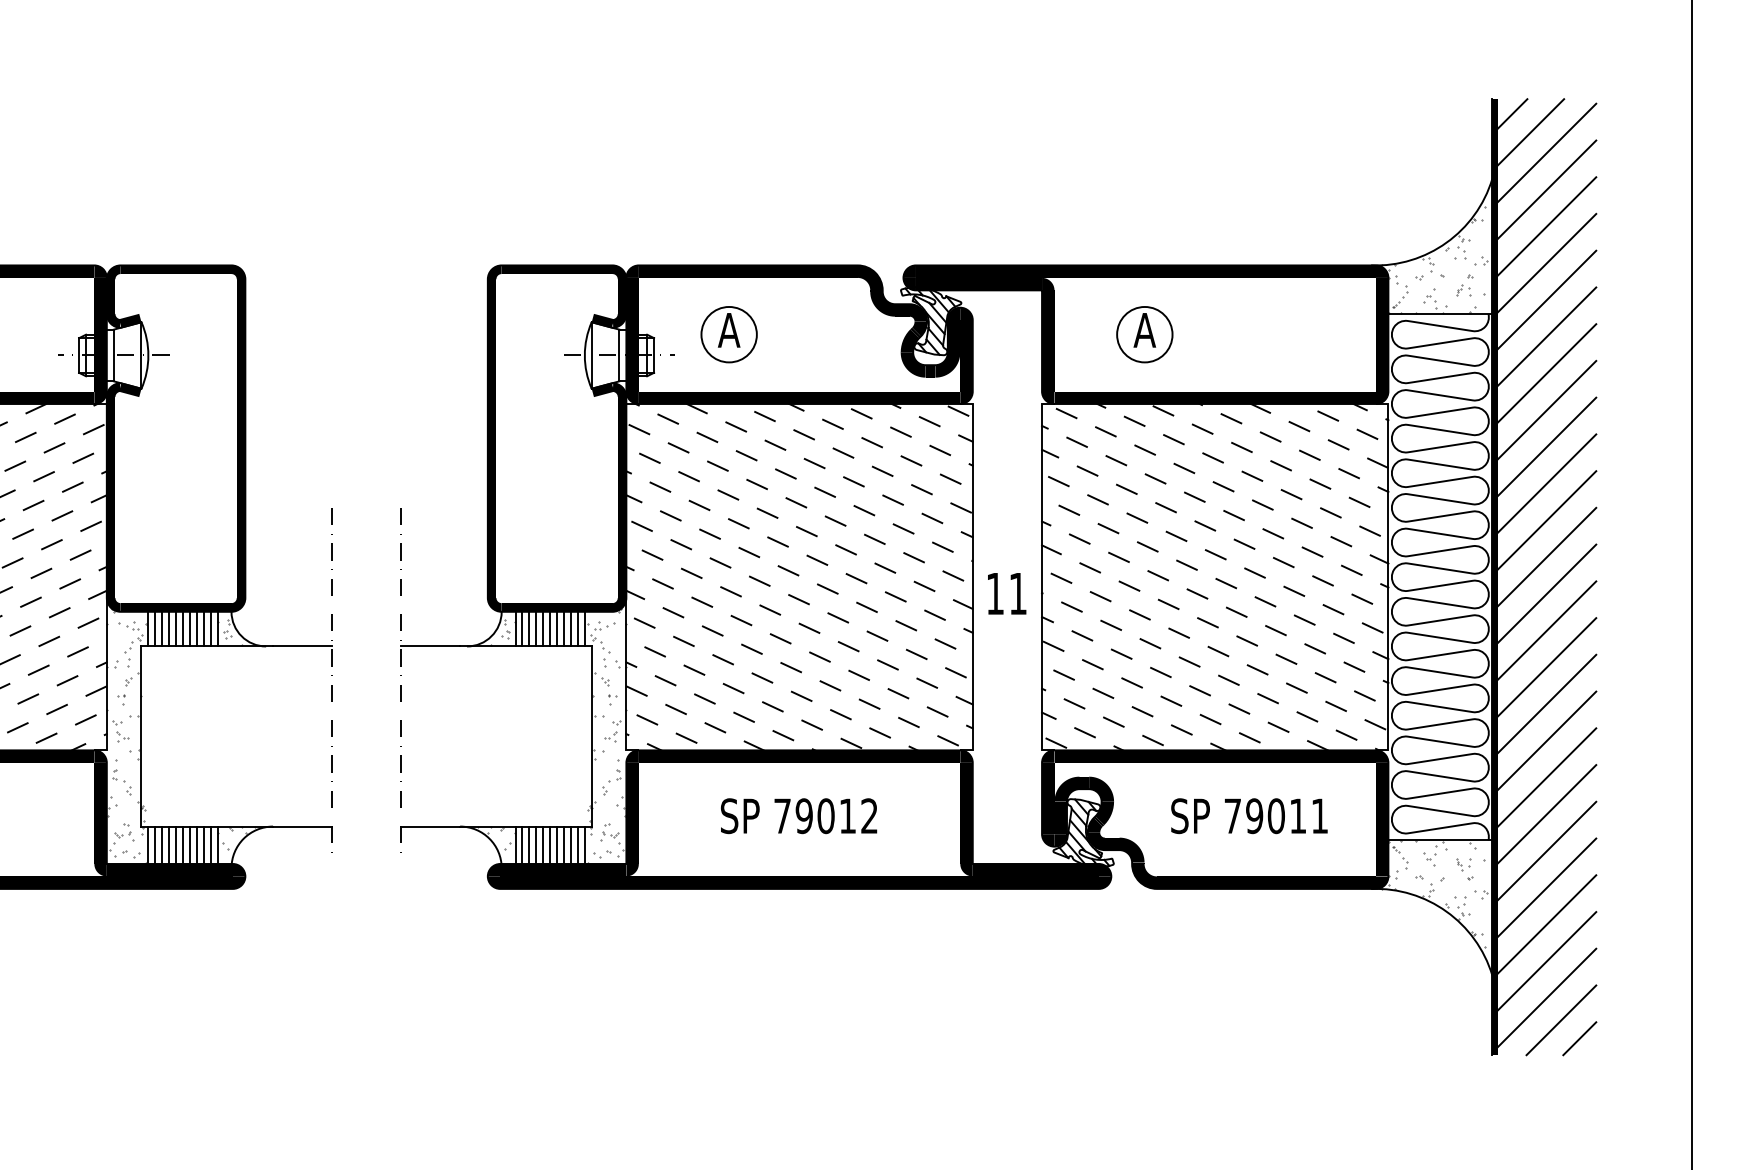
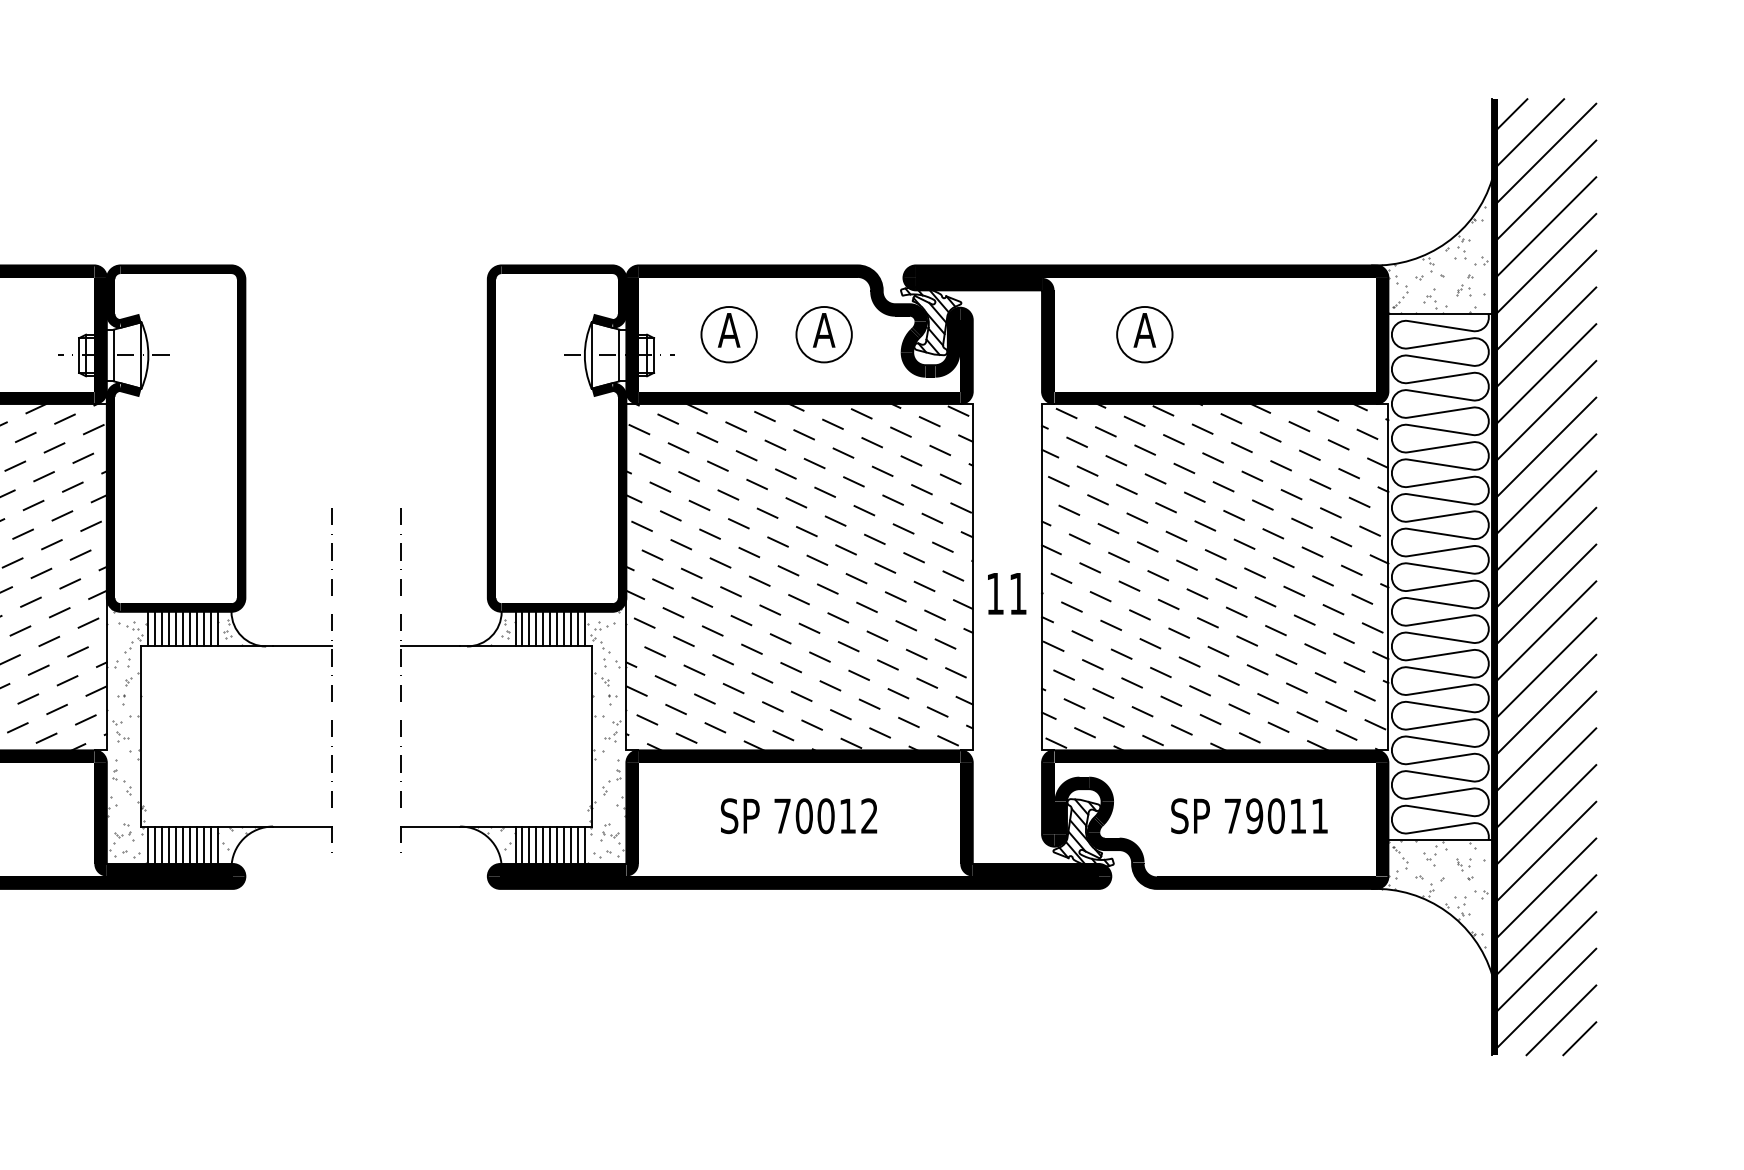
part at (823, 334): none -> present
line at (1691, 584): present -> none
text at (803, 816): 79012 -> 70012
